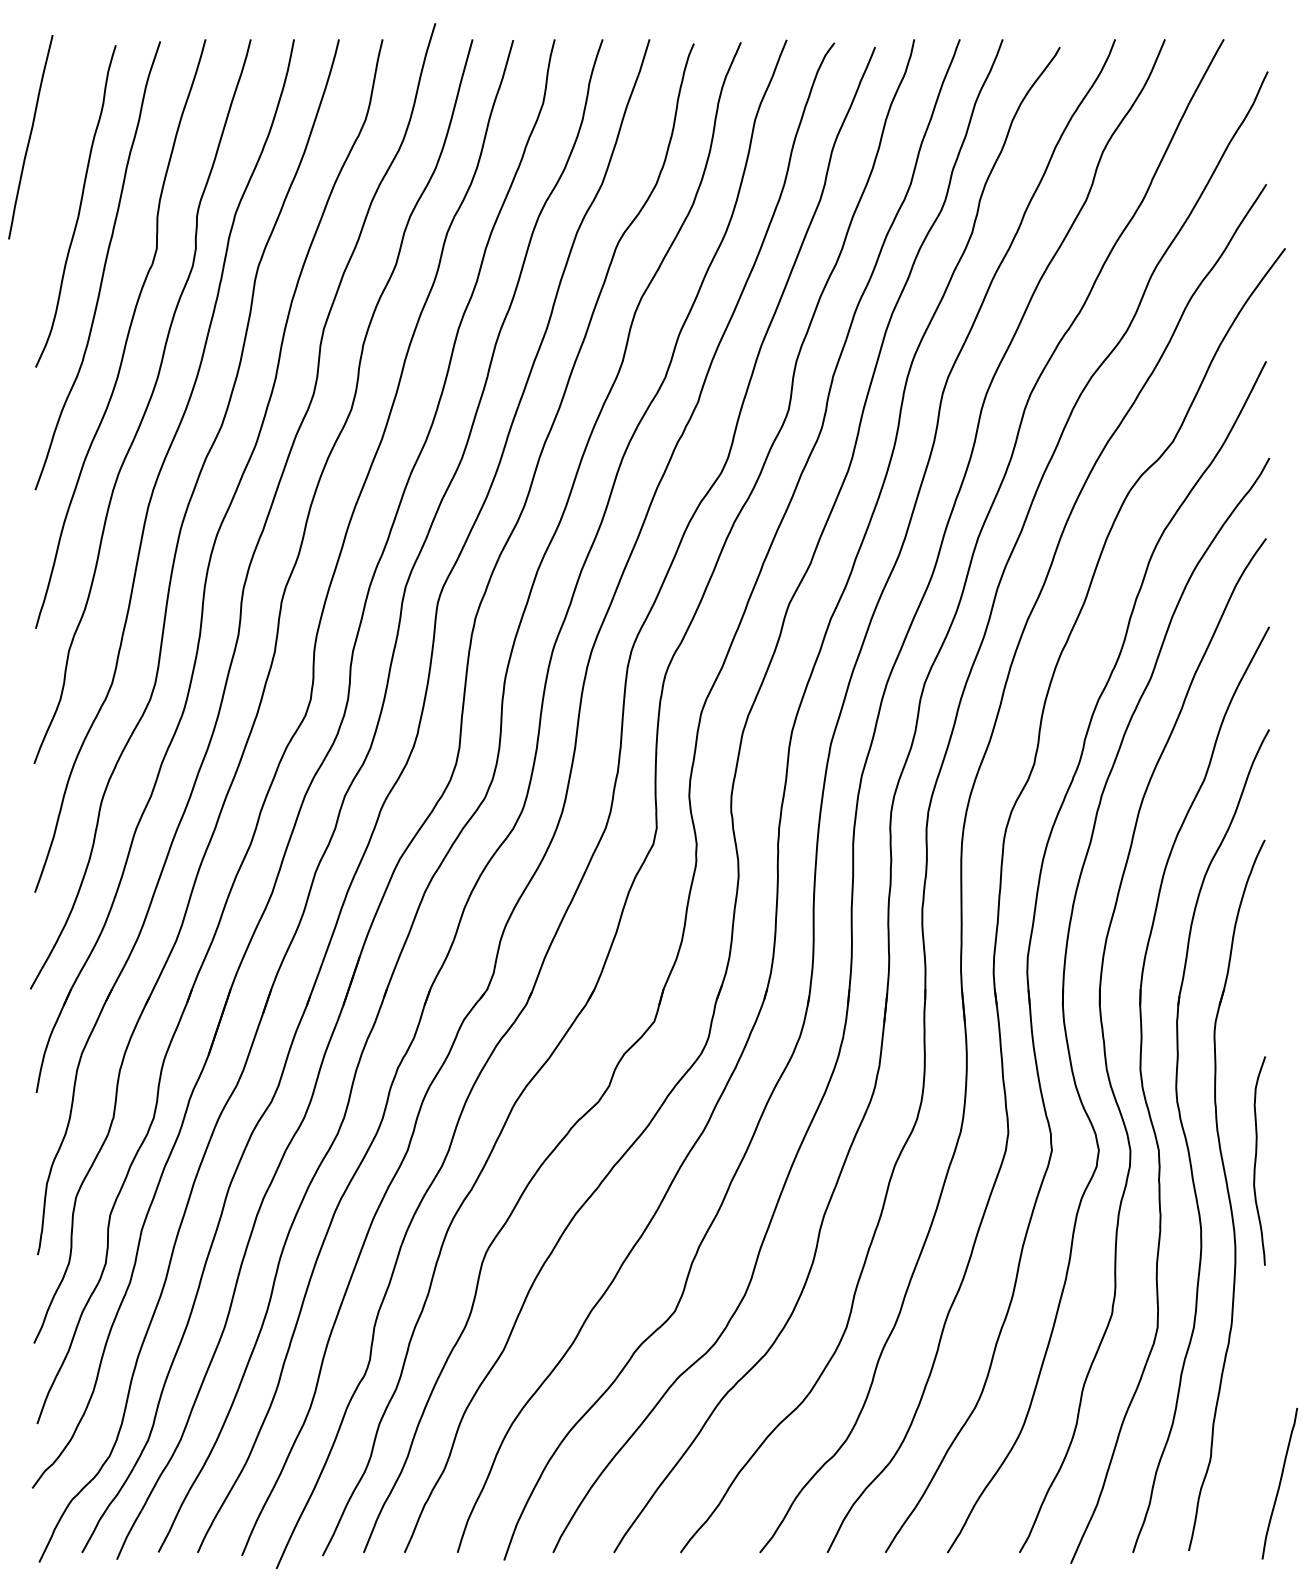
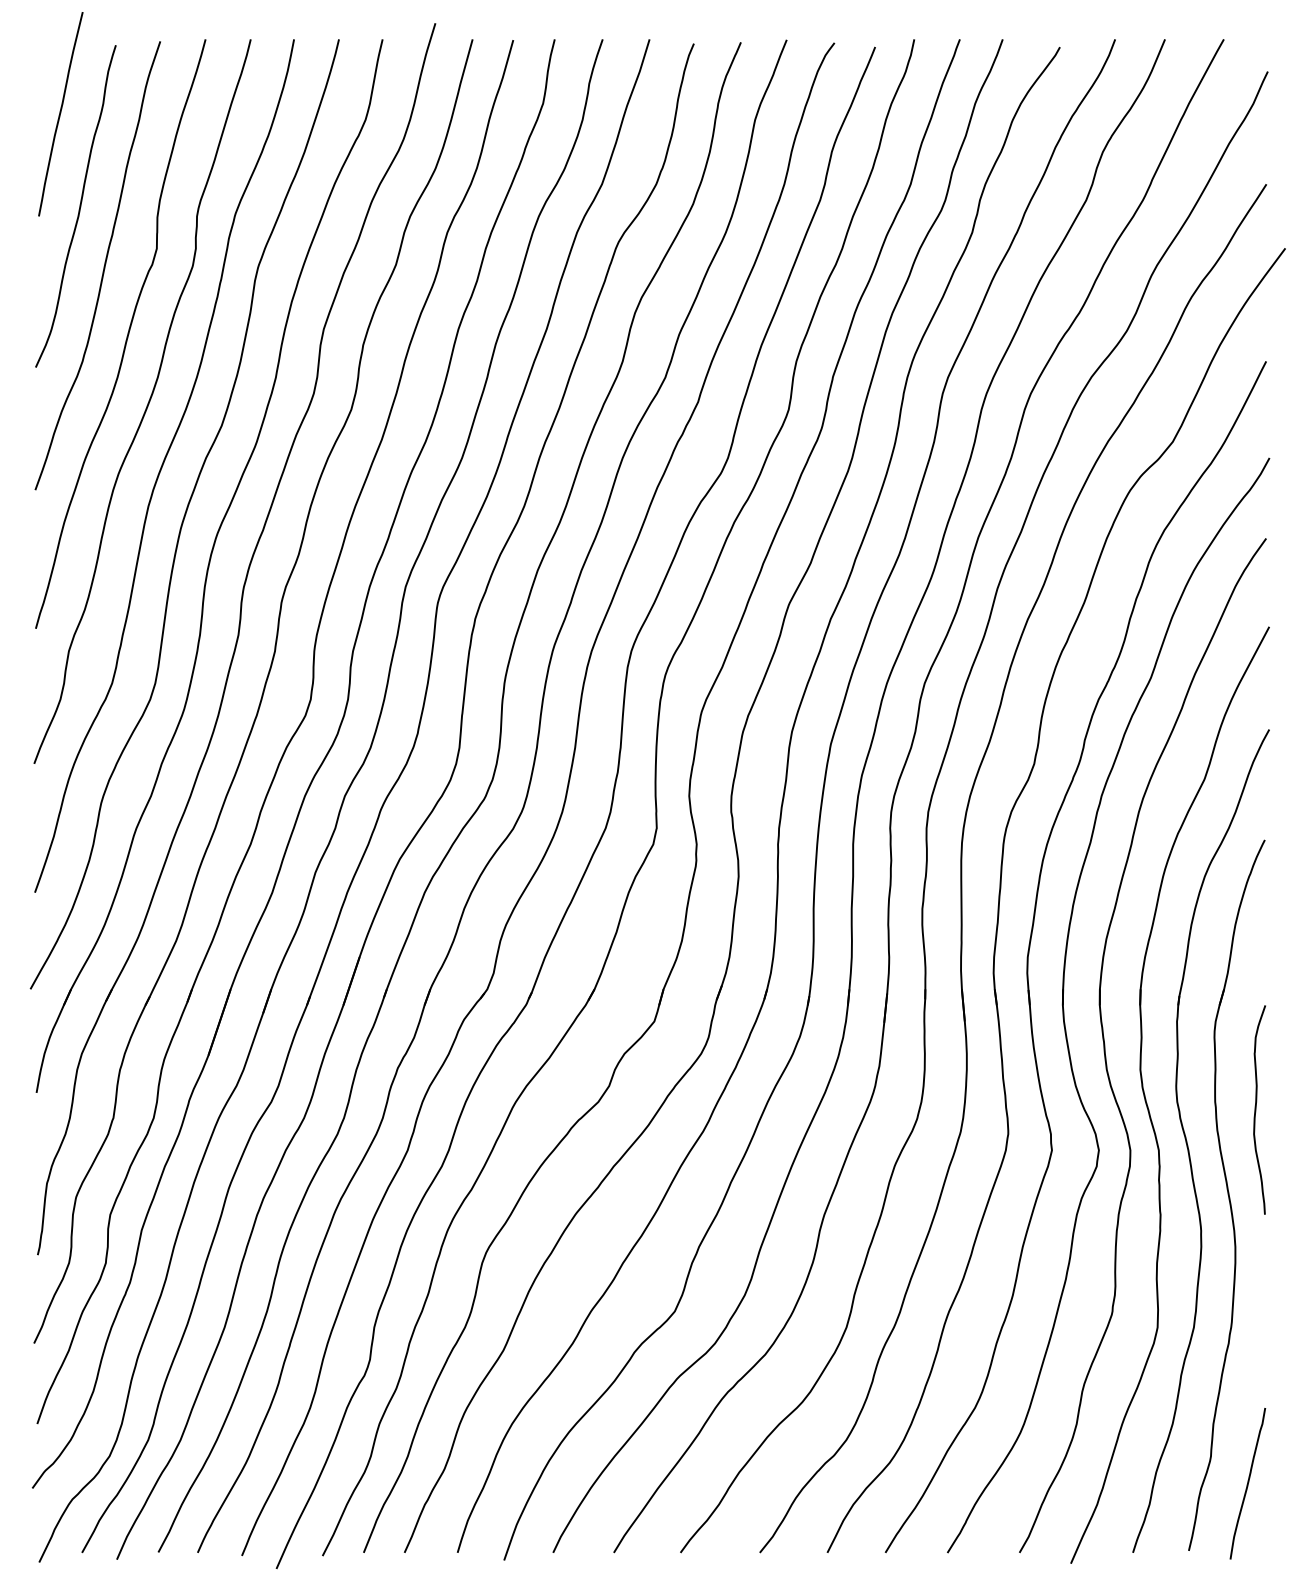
curve at (30, 137) position: (30, 137) -> (60, 114)
curve at (1256, 1160) position: (1256, 1160) -> (1256, 1109)
curve at (1279, 1483) position: (1279, 1483) -> (1247, 1483)
